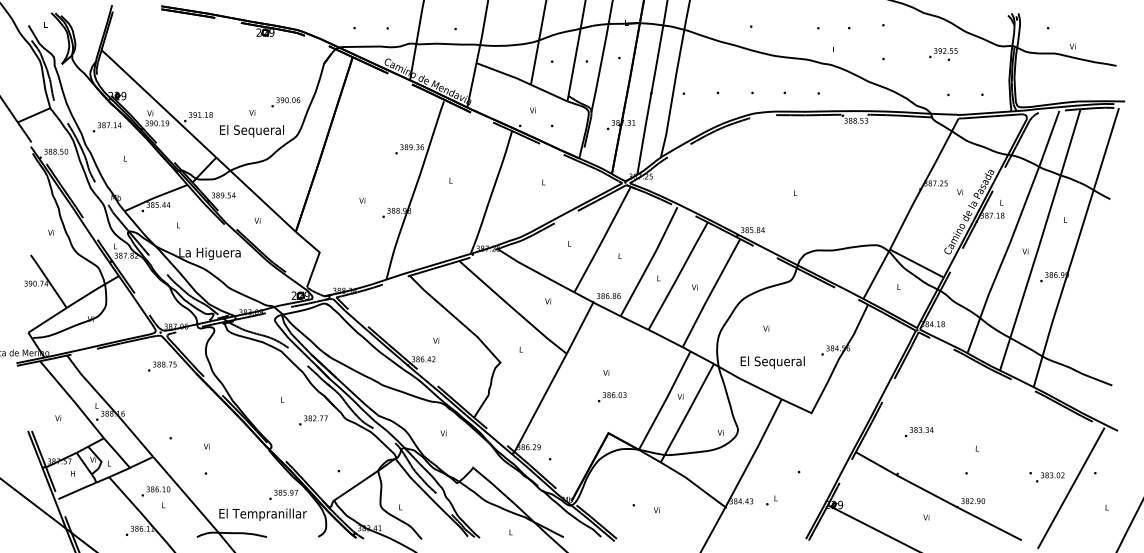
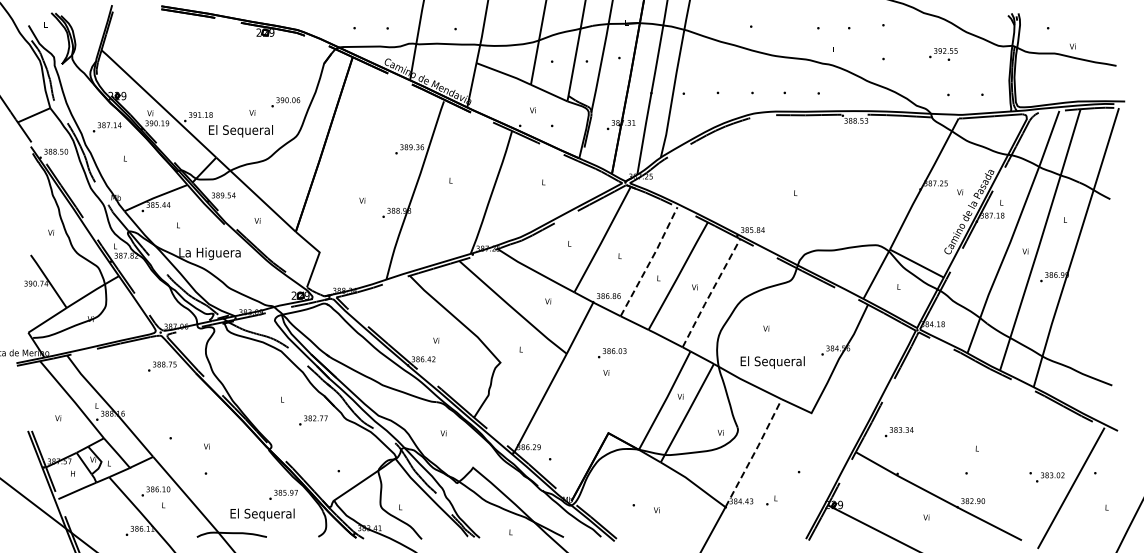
text at (251, 131) position: (251, 131) -> (240, 131)
line at (650, 261): solid -> dashed
line at (710, 293): solid -> dashed
text at (612, 397) position: (612, 397) -> (612, 353)
text at (919, 432) position: (919, 432) -> (899, 432)
line at (755, 452): solid -> dashed
text at (262, 514): El Tempranillar -> El Sequeral
